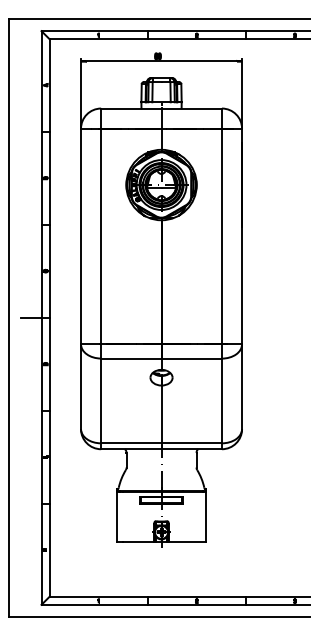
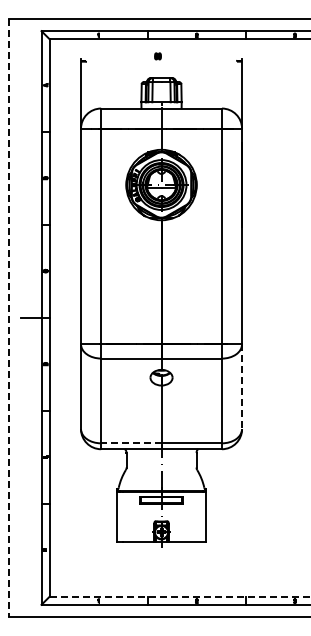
line at (161, 61): present -> none
line at (9, 318): solid -> dashed
line at (242, 387): solid -> dashed
line at (130, 443): solid -> dashed
line at (180, 596): solid -> dashed
